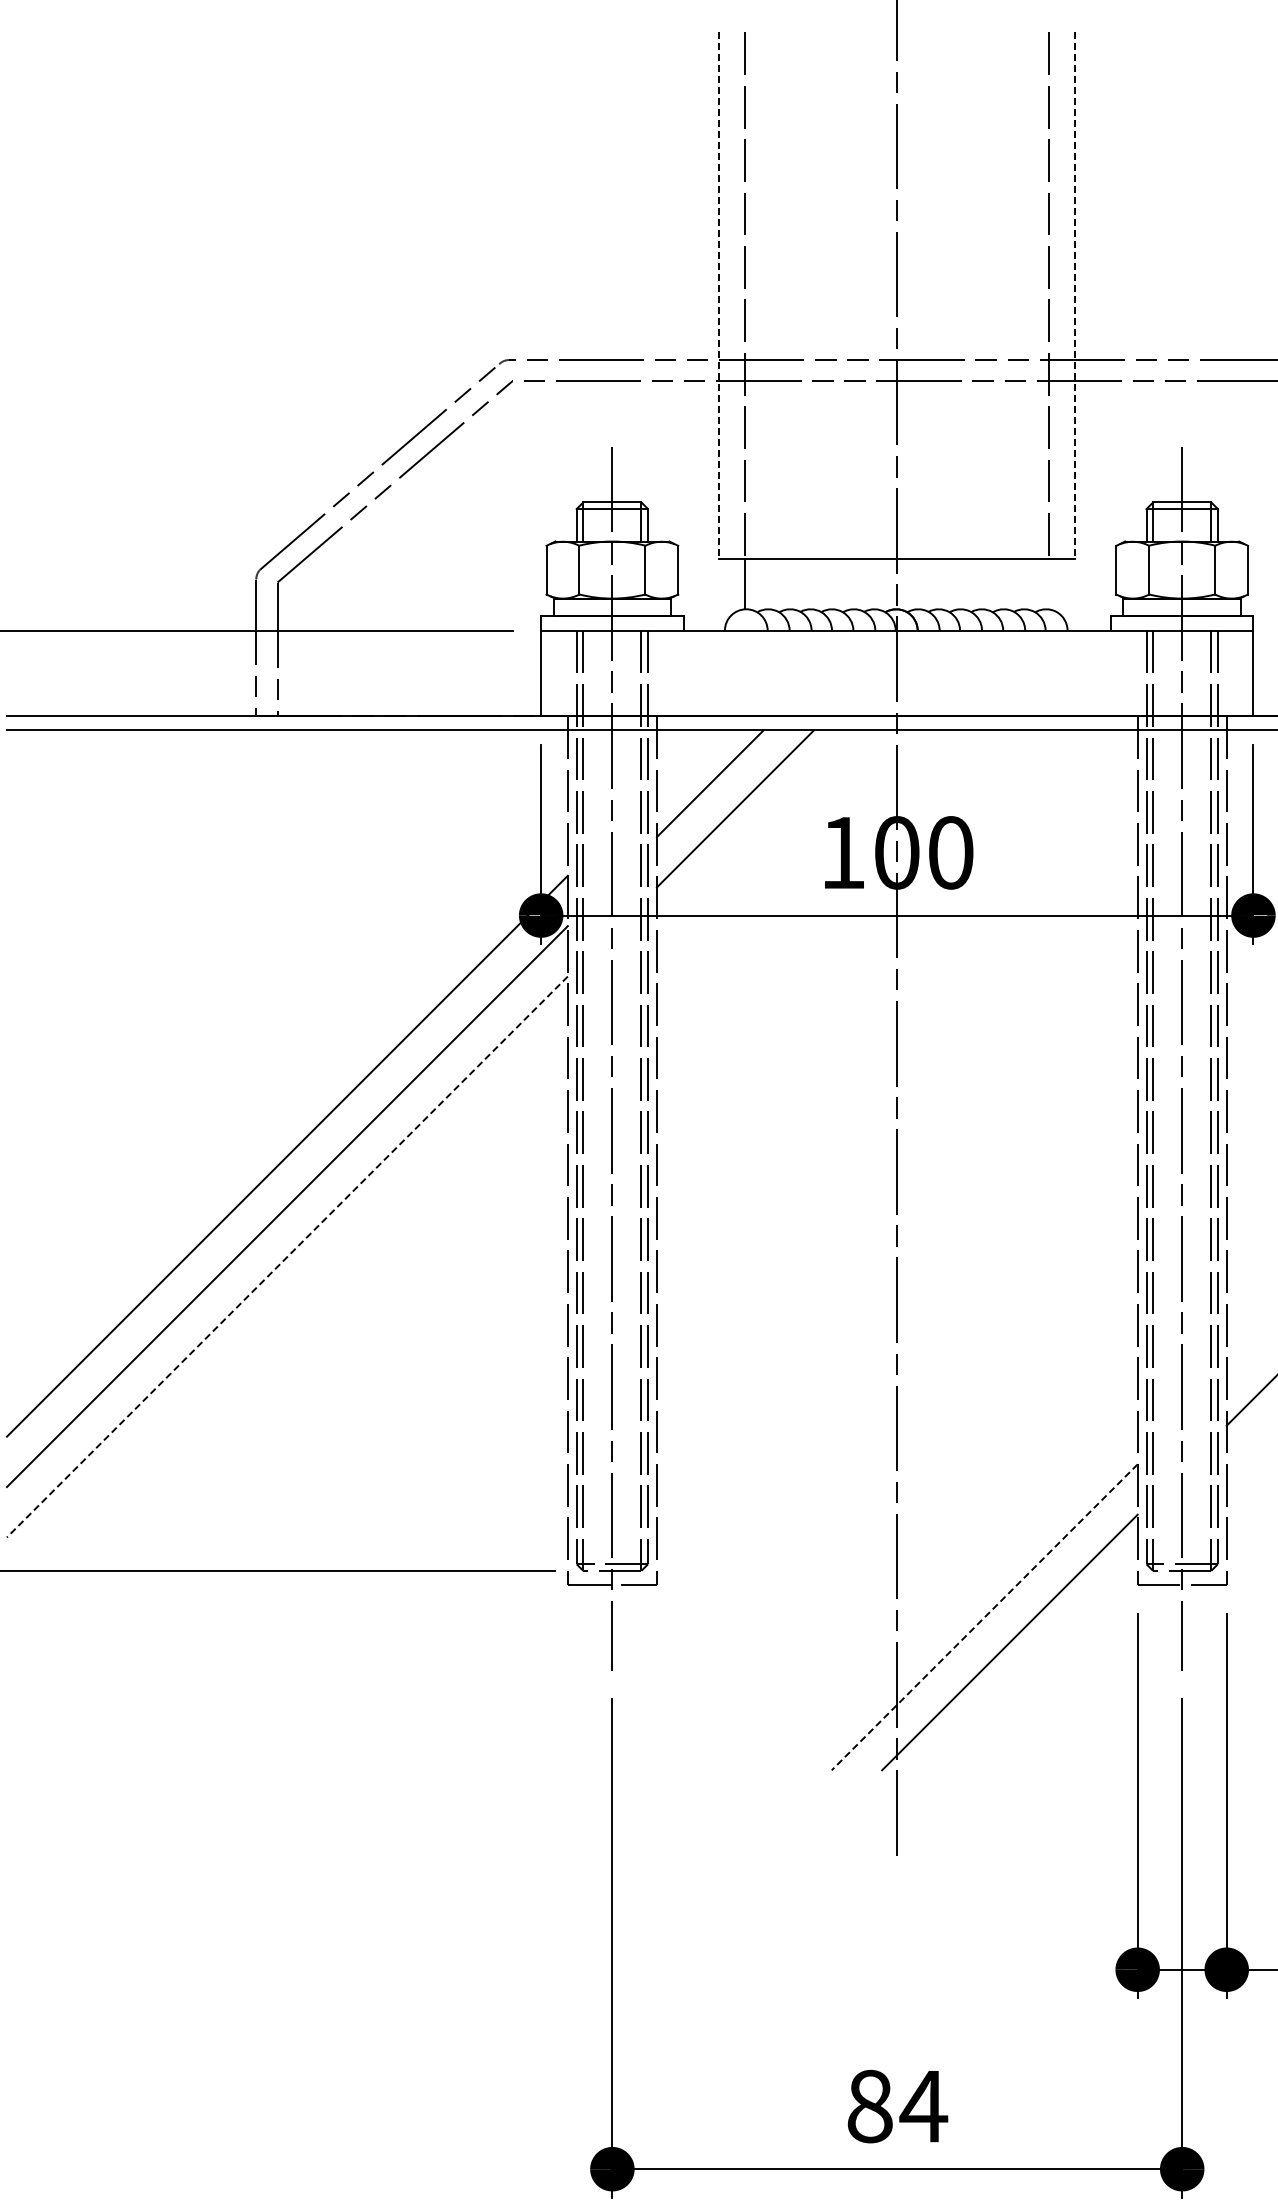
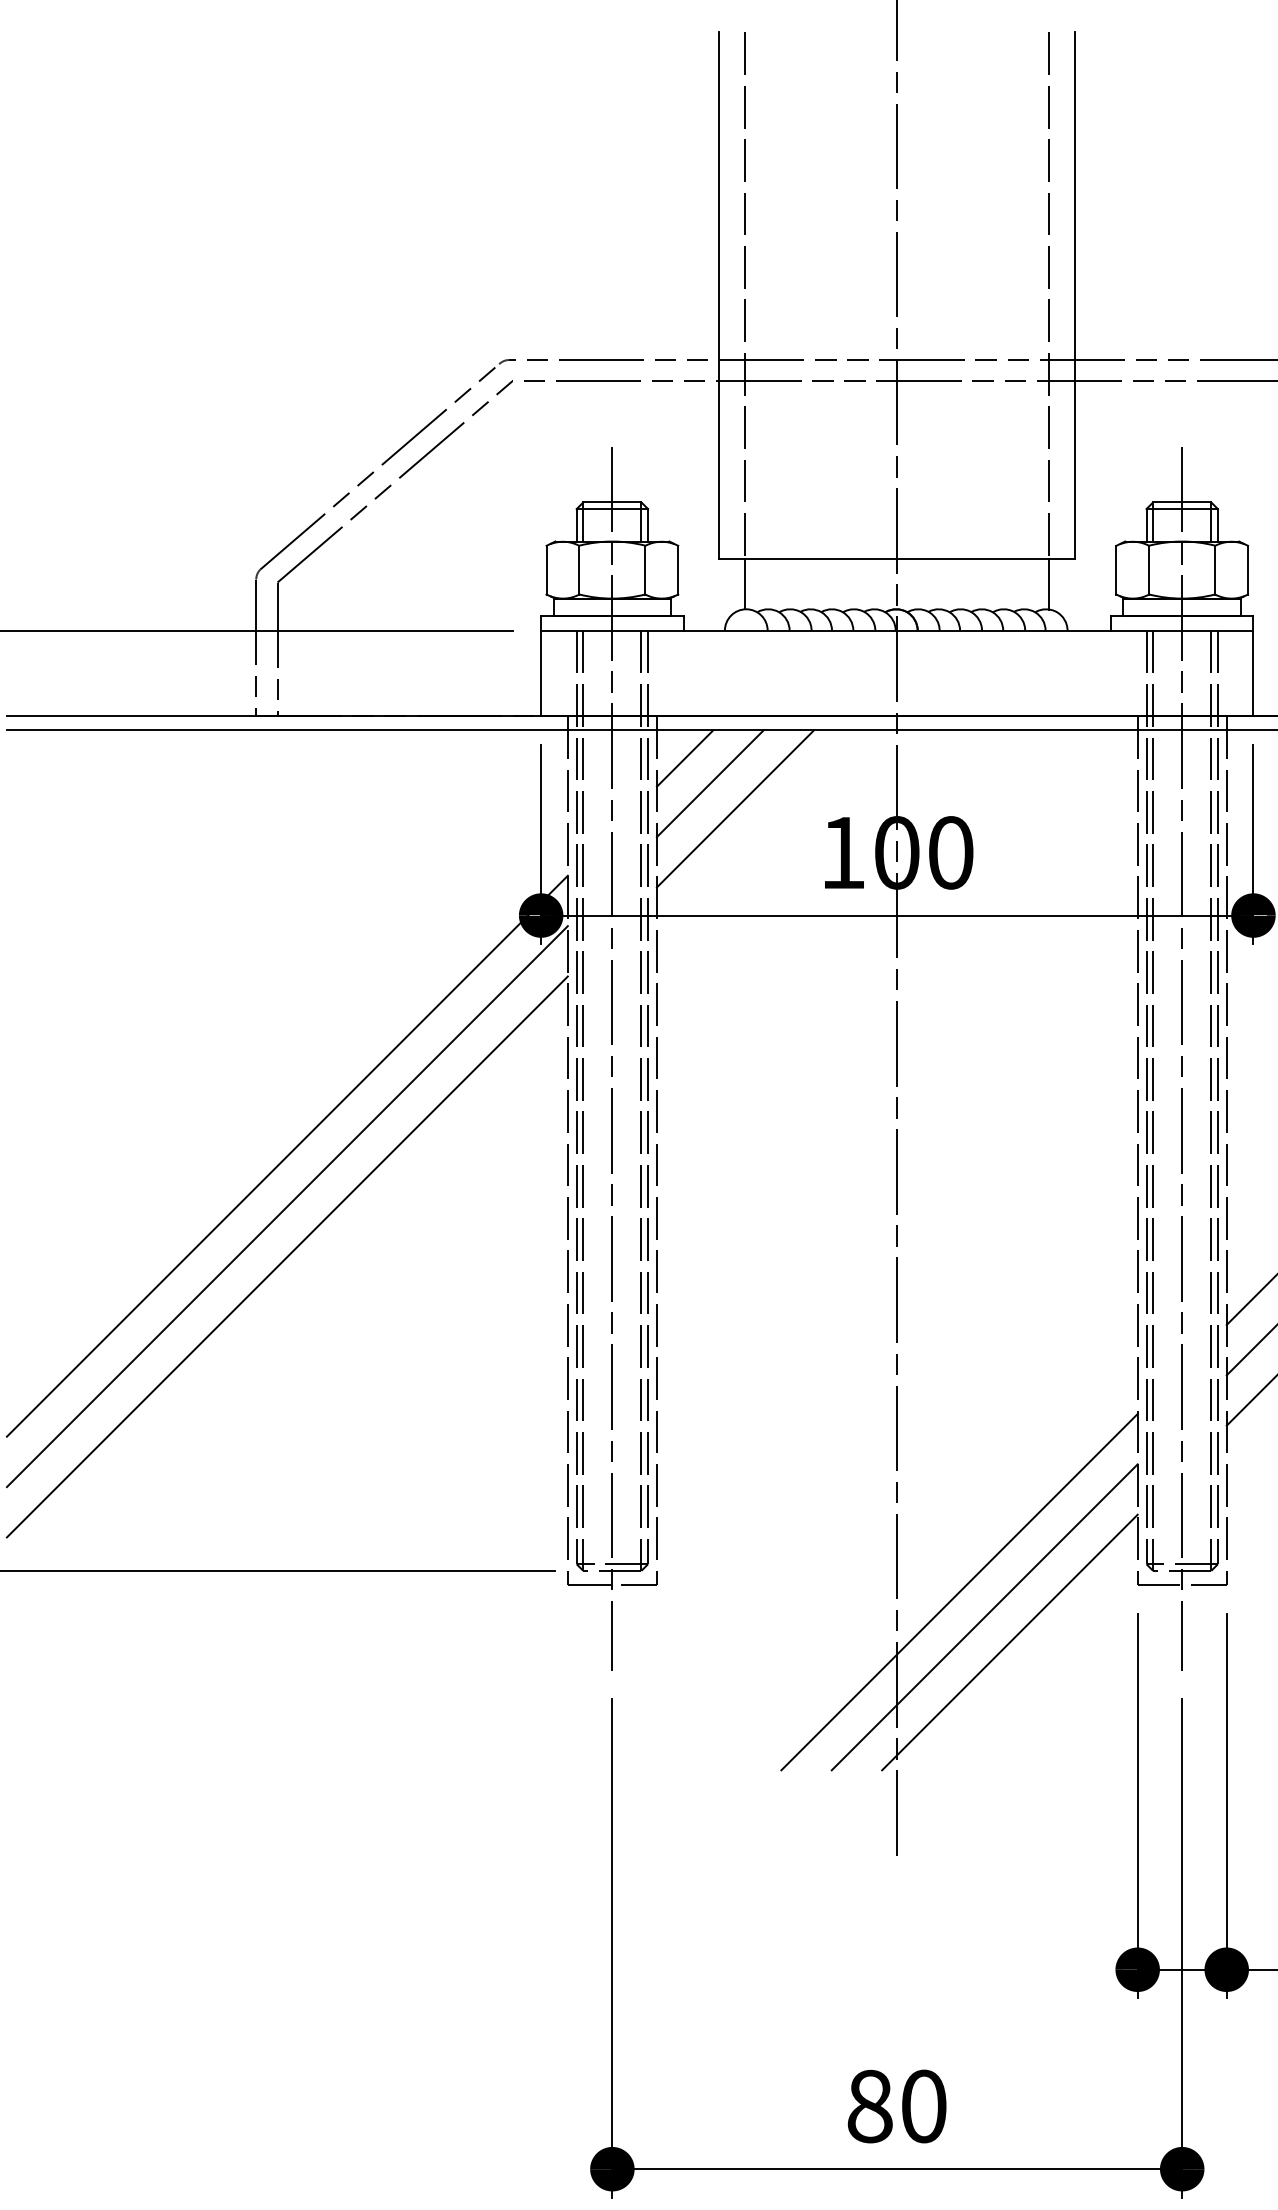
line at (719, 295): dashed -> solid
line at (1075, 295): dashed -> solid
line at (1049, 584): none -> present
line at (684, 758): none -> present
line at (287, 1256): dashed -> solid
line at (1250, 1300): none -> present
line at (1250, 1351): none -> present
line at (959, 1592): none -> present
line at (984, 1617): dashed -> solid
text at (923, 2106): 84 -> 80
